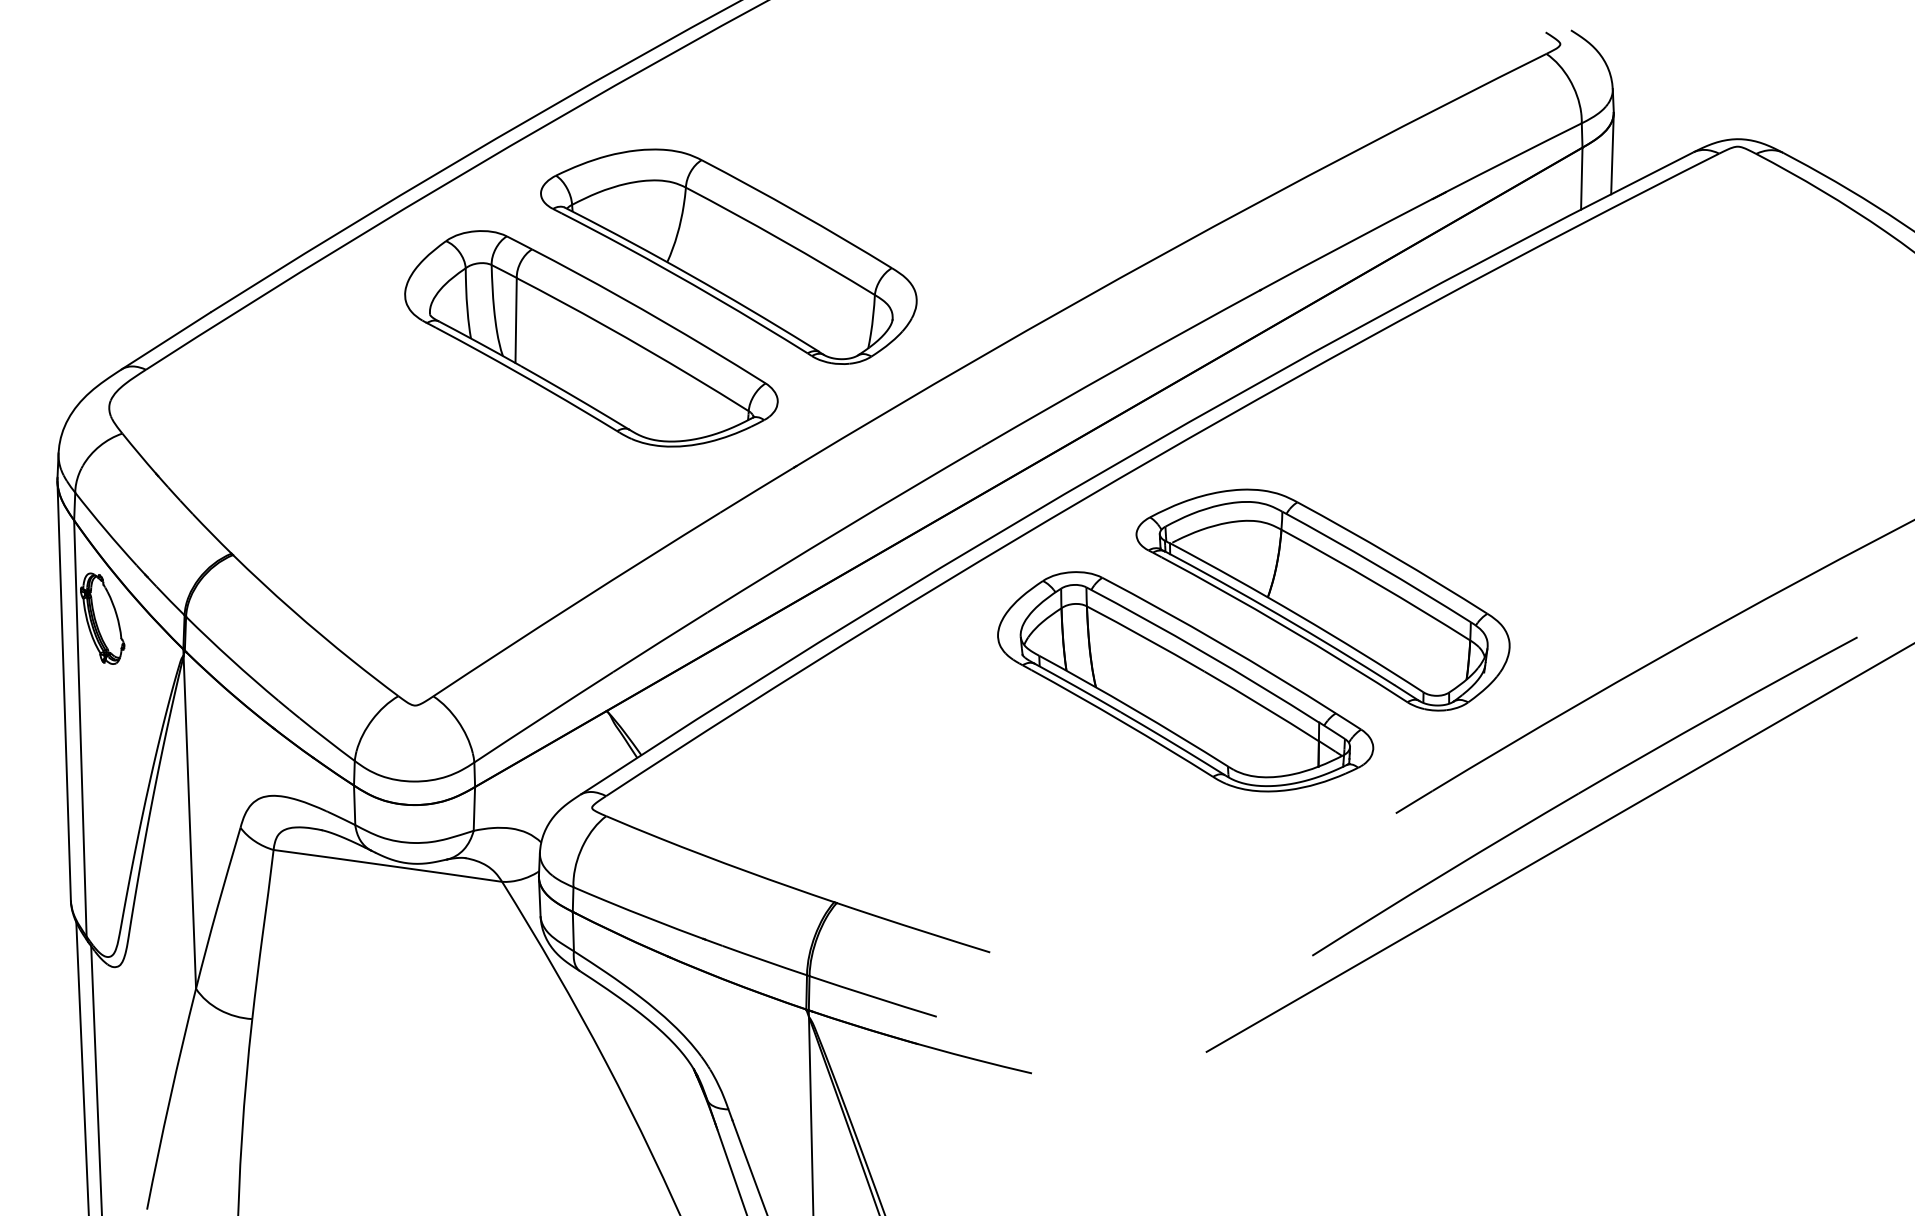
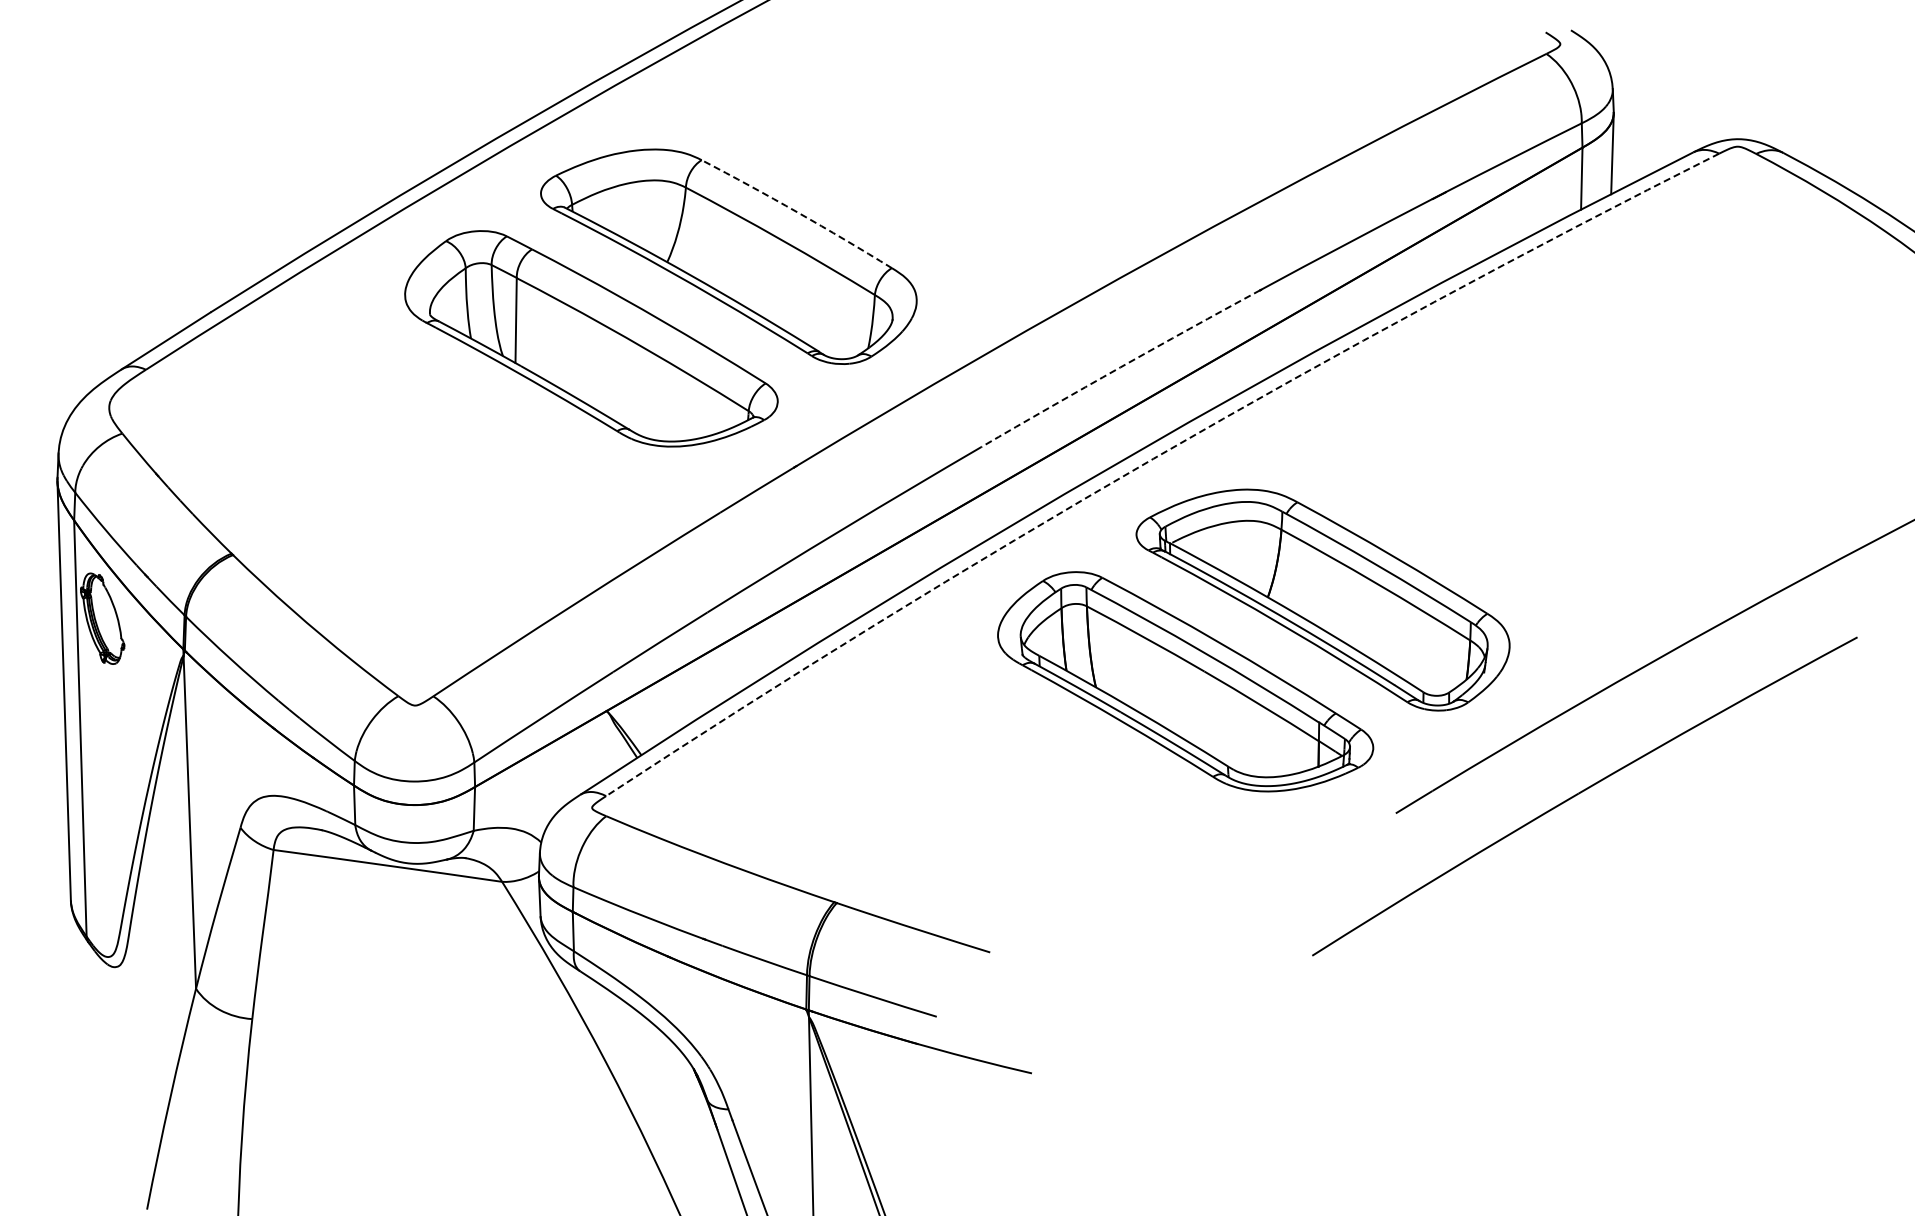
arc at (797, 212): solid -> dashed
arc at (1120, 367): solid -> dashed
arc at (1153, 458): solid -> dashed
line at (1558, 848): present -> none
line at (82, 1067): present -> none
line at (96, 1079): present -> none
